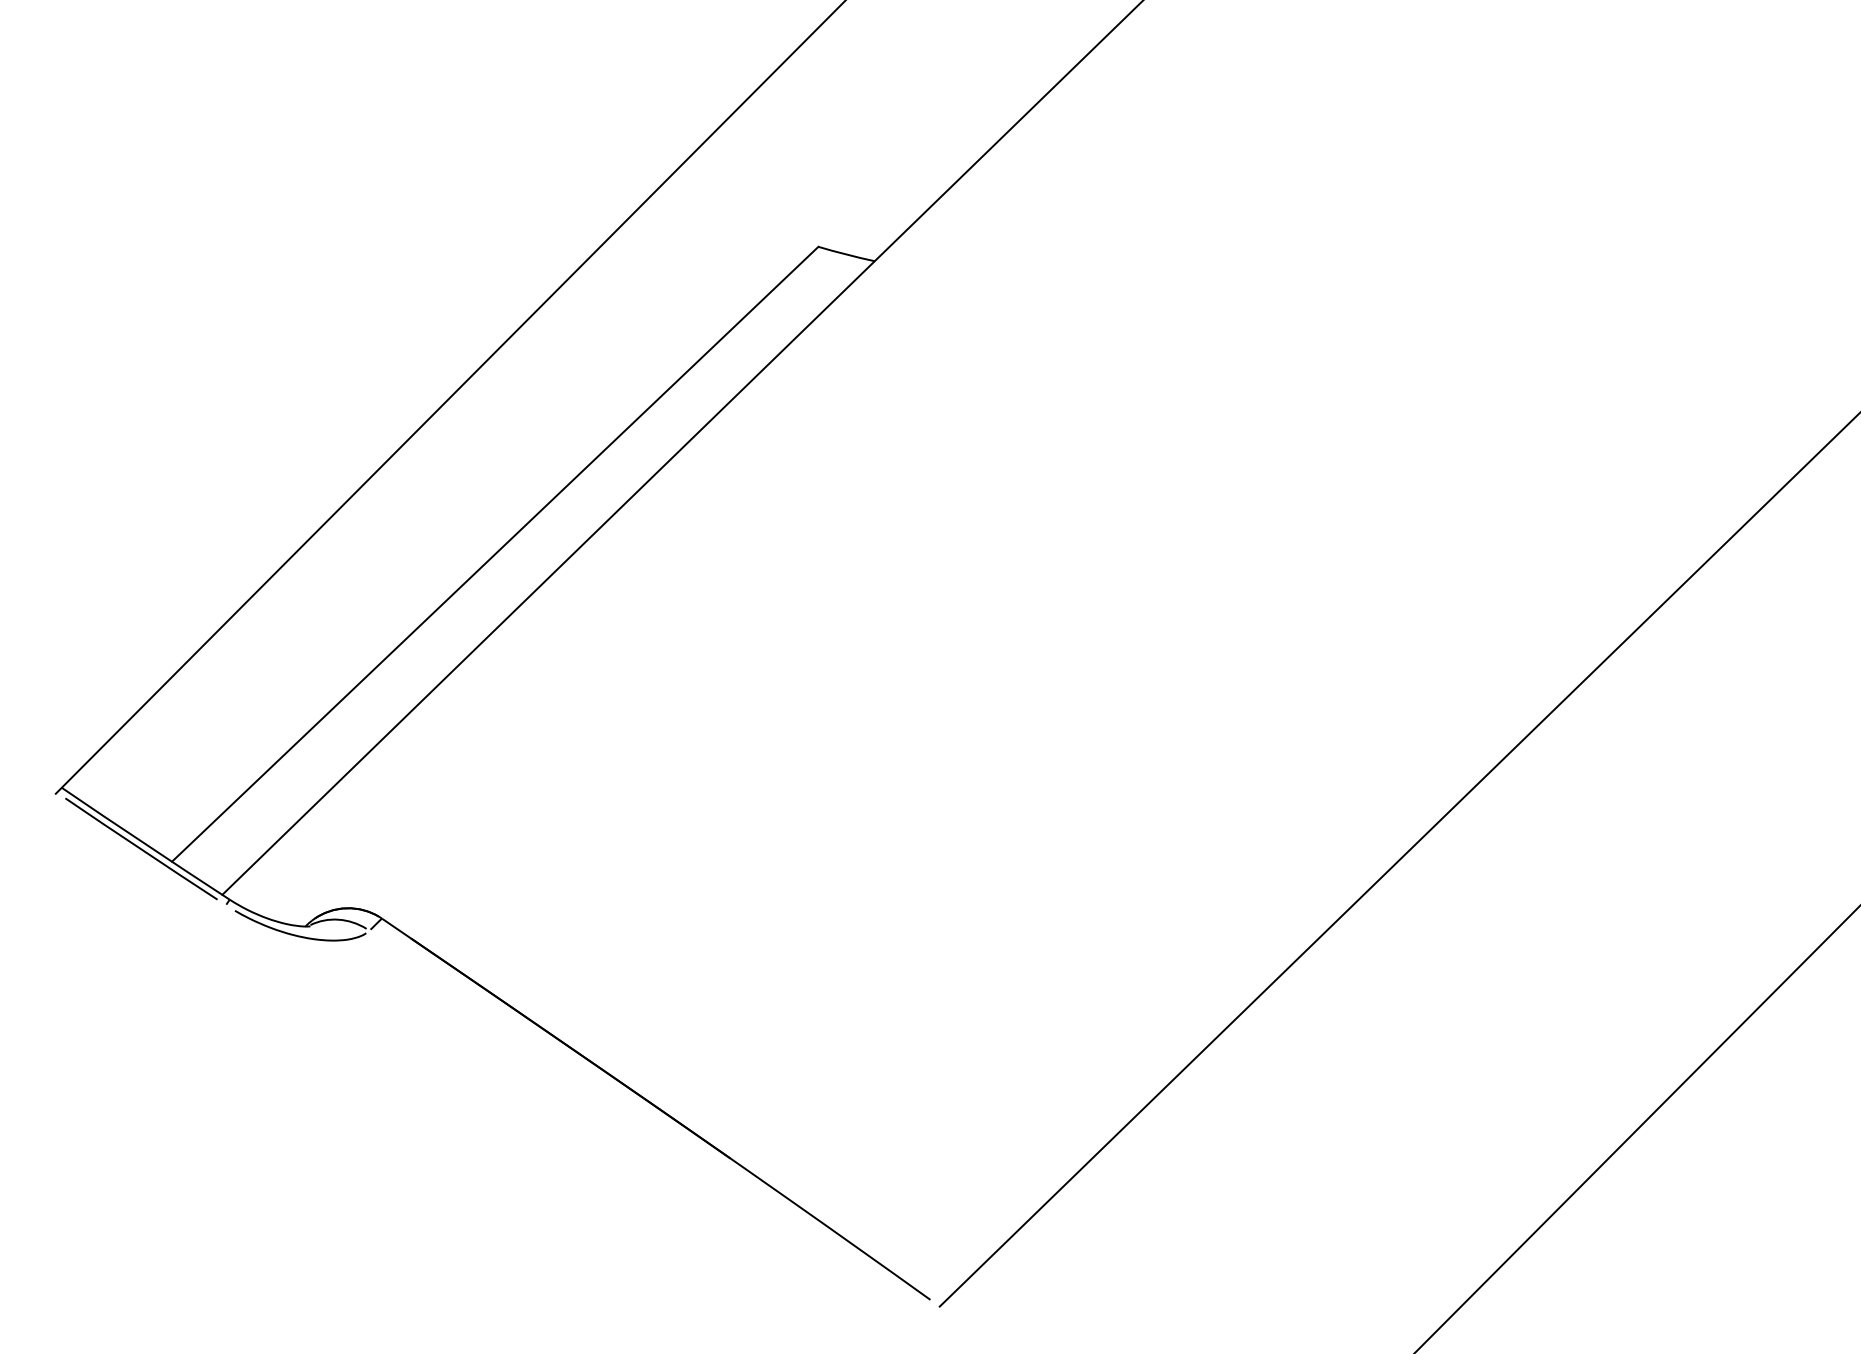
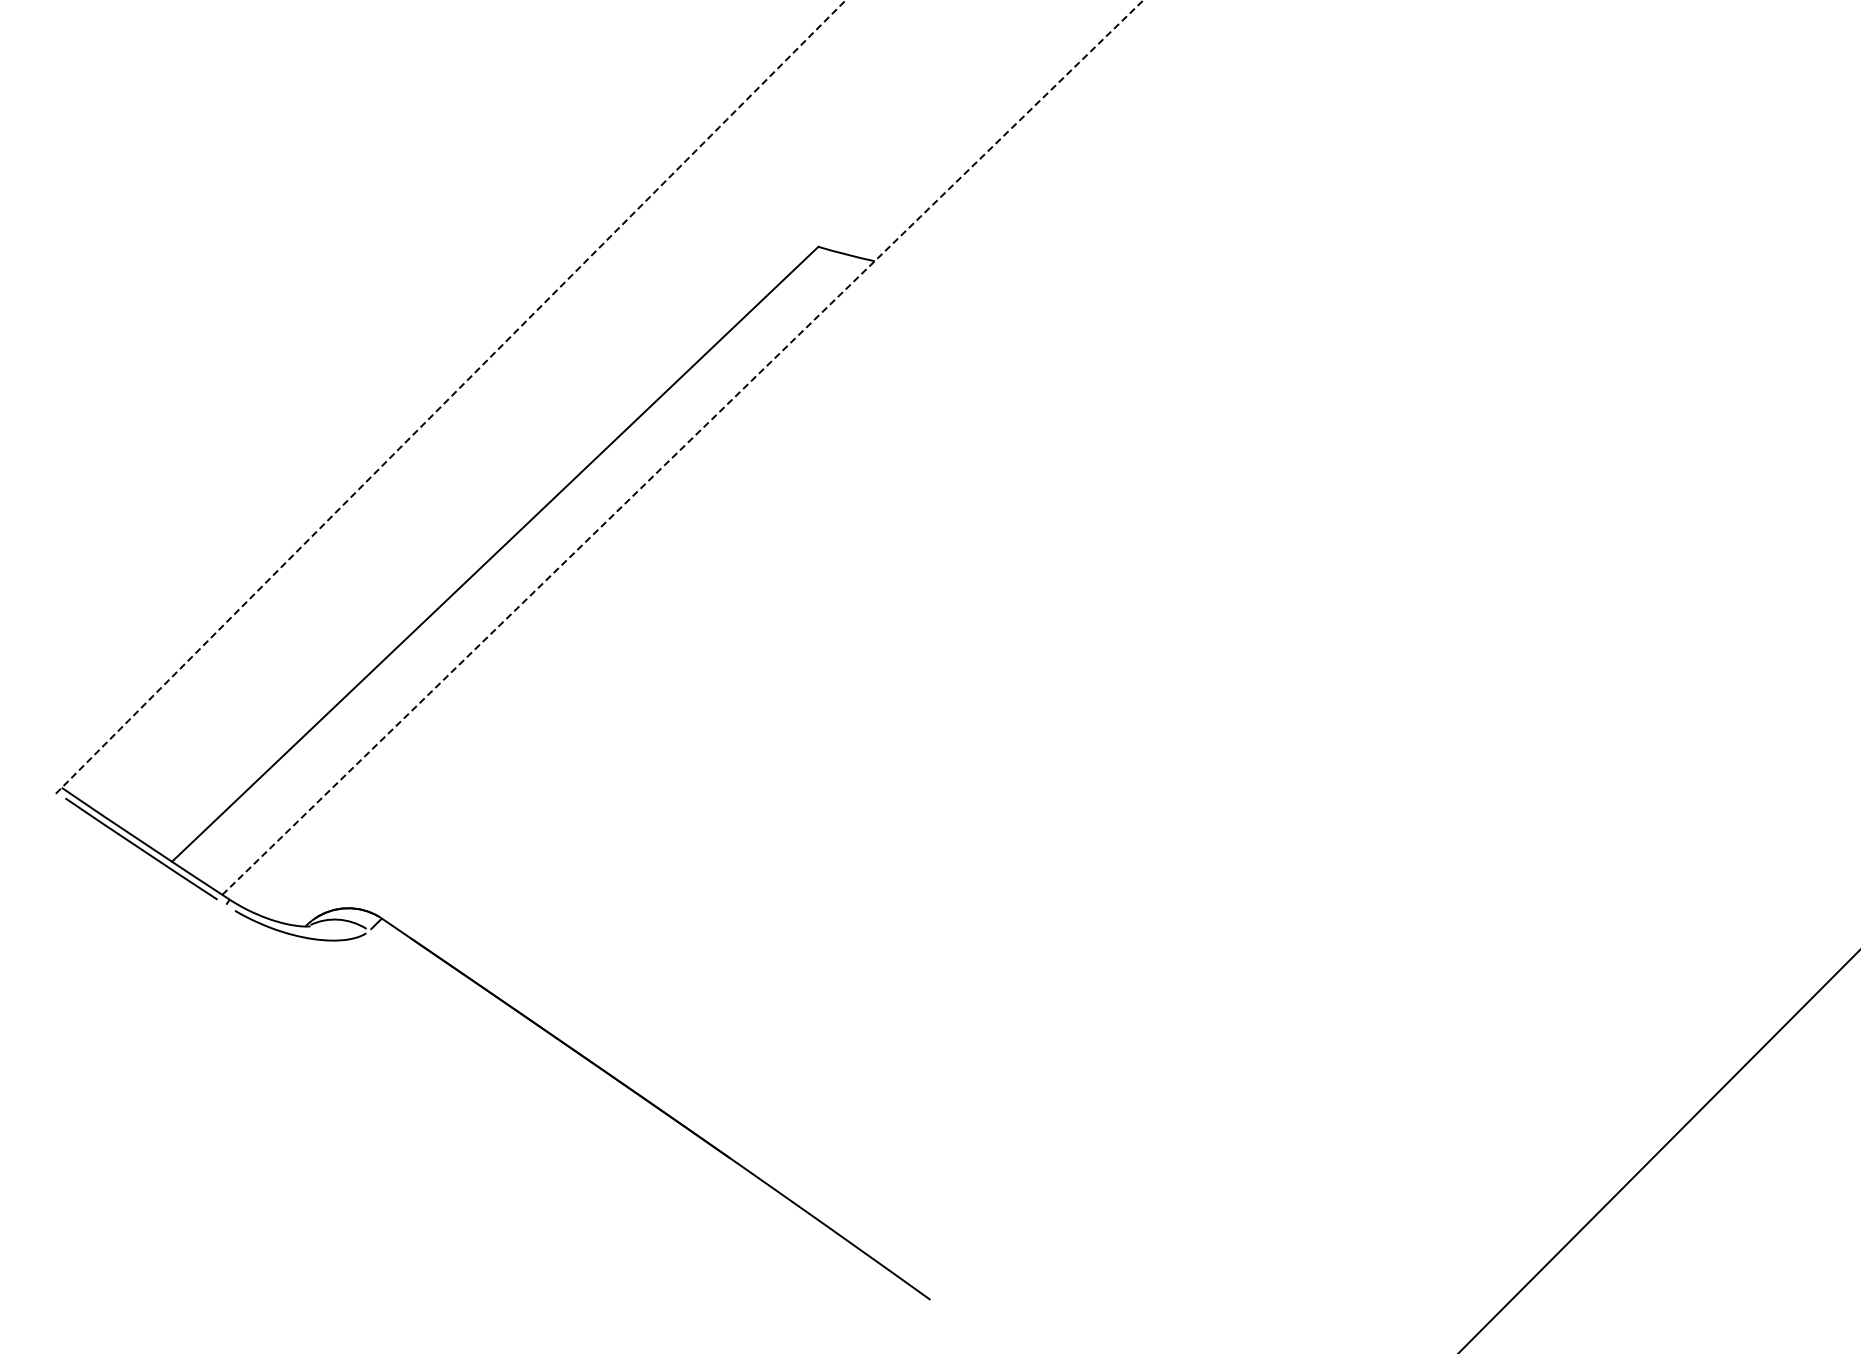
line at (450, 397): solid -> dashed
line at (682, 447): solid -> dashed
line at (1398, 860): present -> none
line at (1637, 1129) position: (1637, 1129) -> (1659, 1151)
